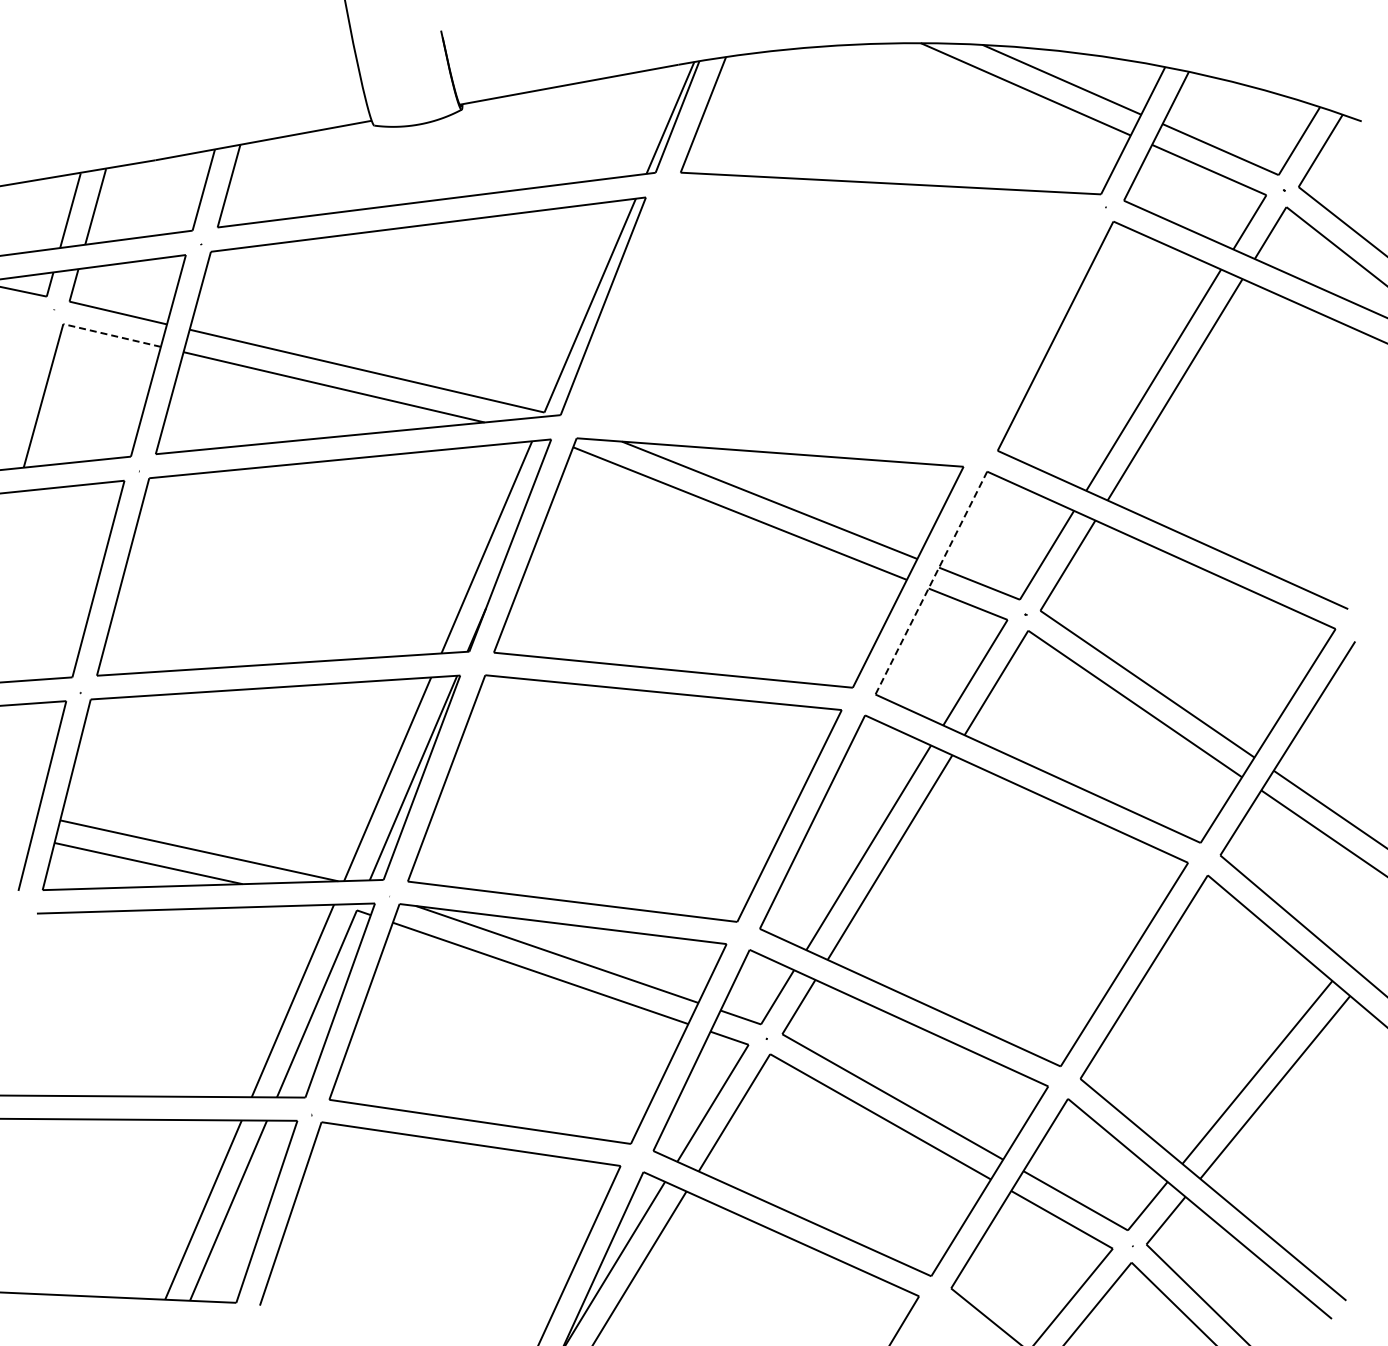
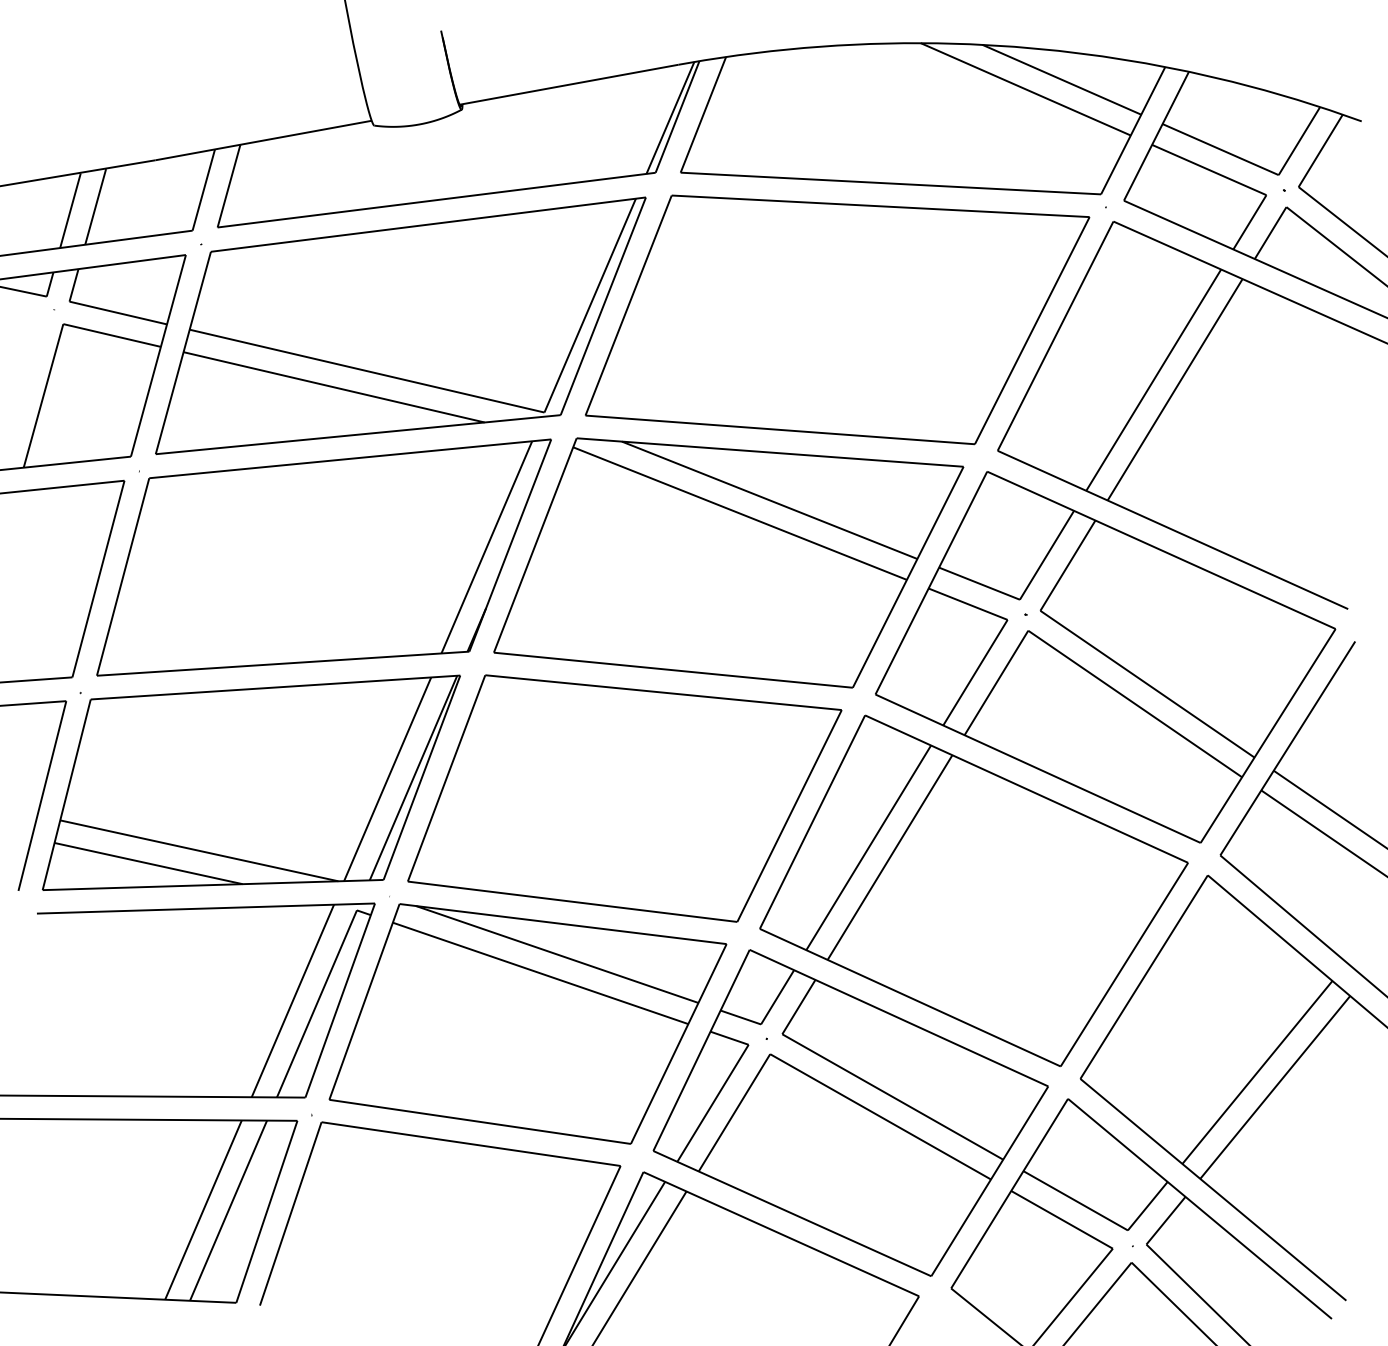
part at (837, 319): none -> present
line at (111, 335): dashed -> solid
line at (931, 583): dashed -> solid
